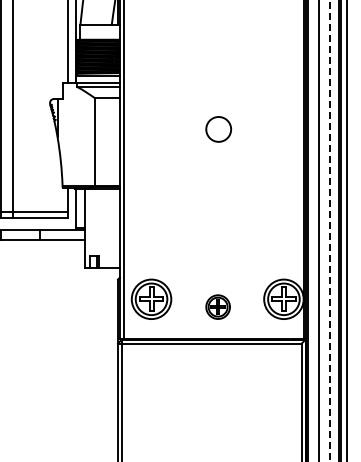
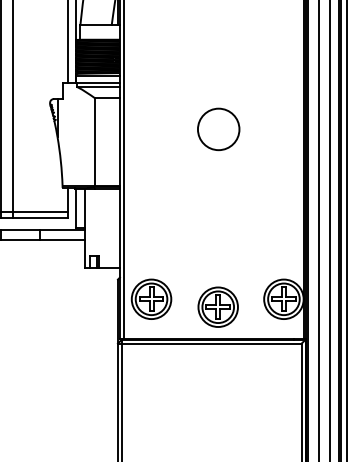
circle at (218, 129) diameter: 25 px -> 41 px
line at (330, 231): dashed -> solid
part at (217, 306) size: 26x26 px -> 42x42 px
